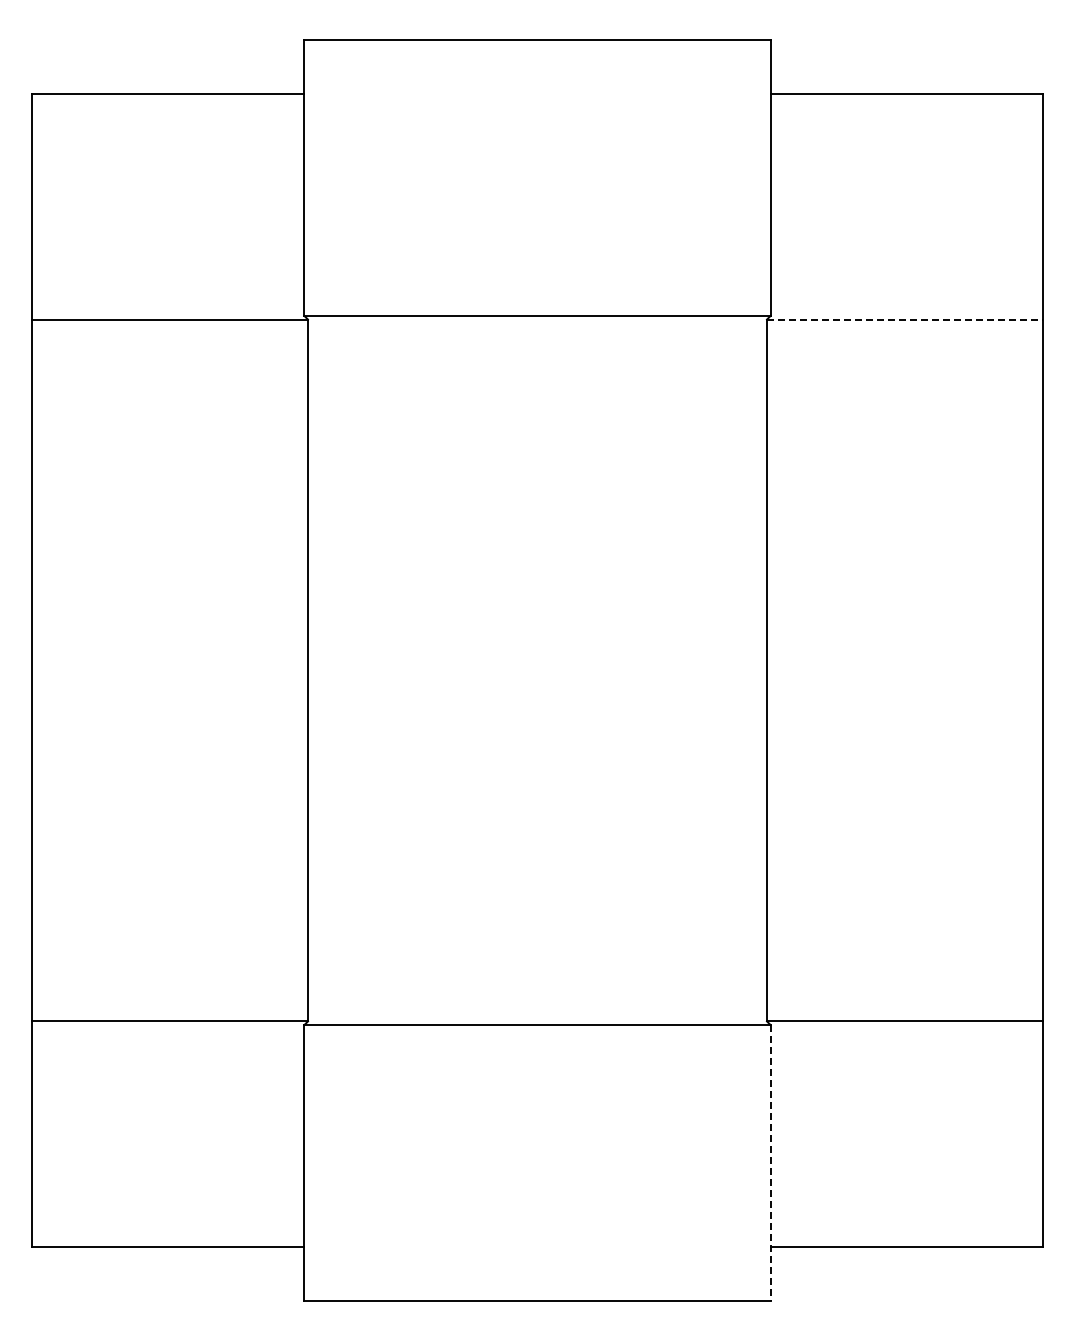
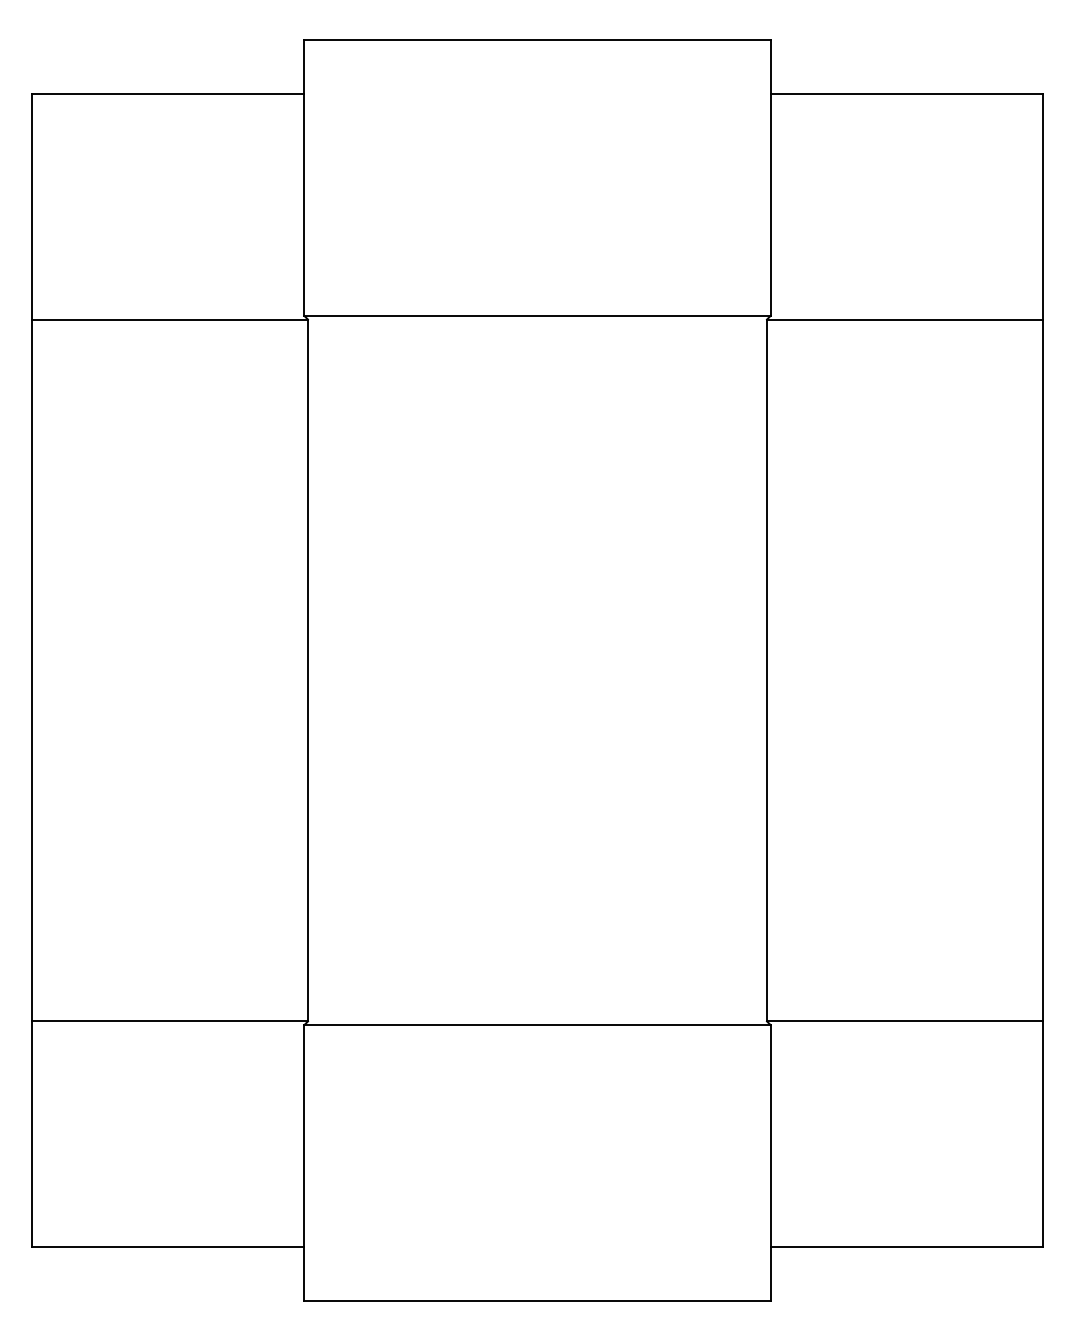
line at (904, 319): dashed -> solid
line at (770, 1162): dashed -> solid
